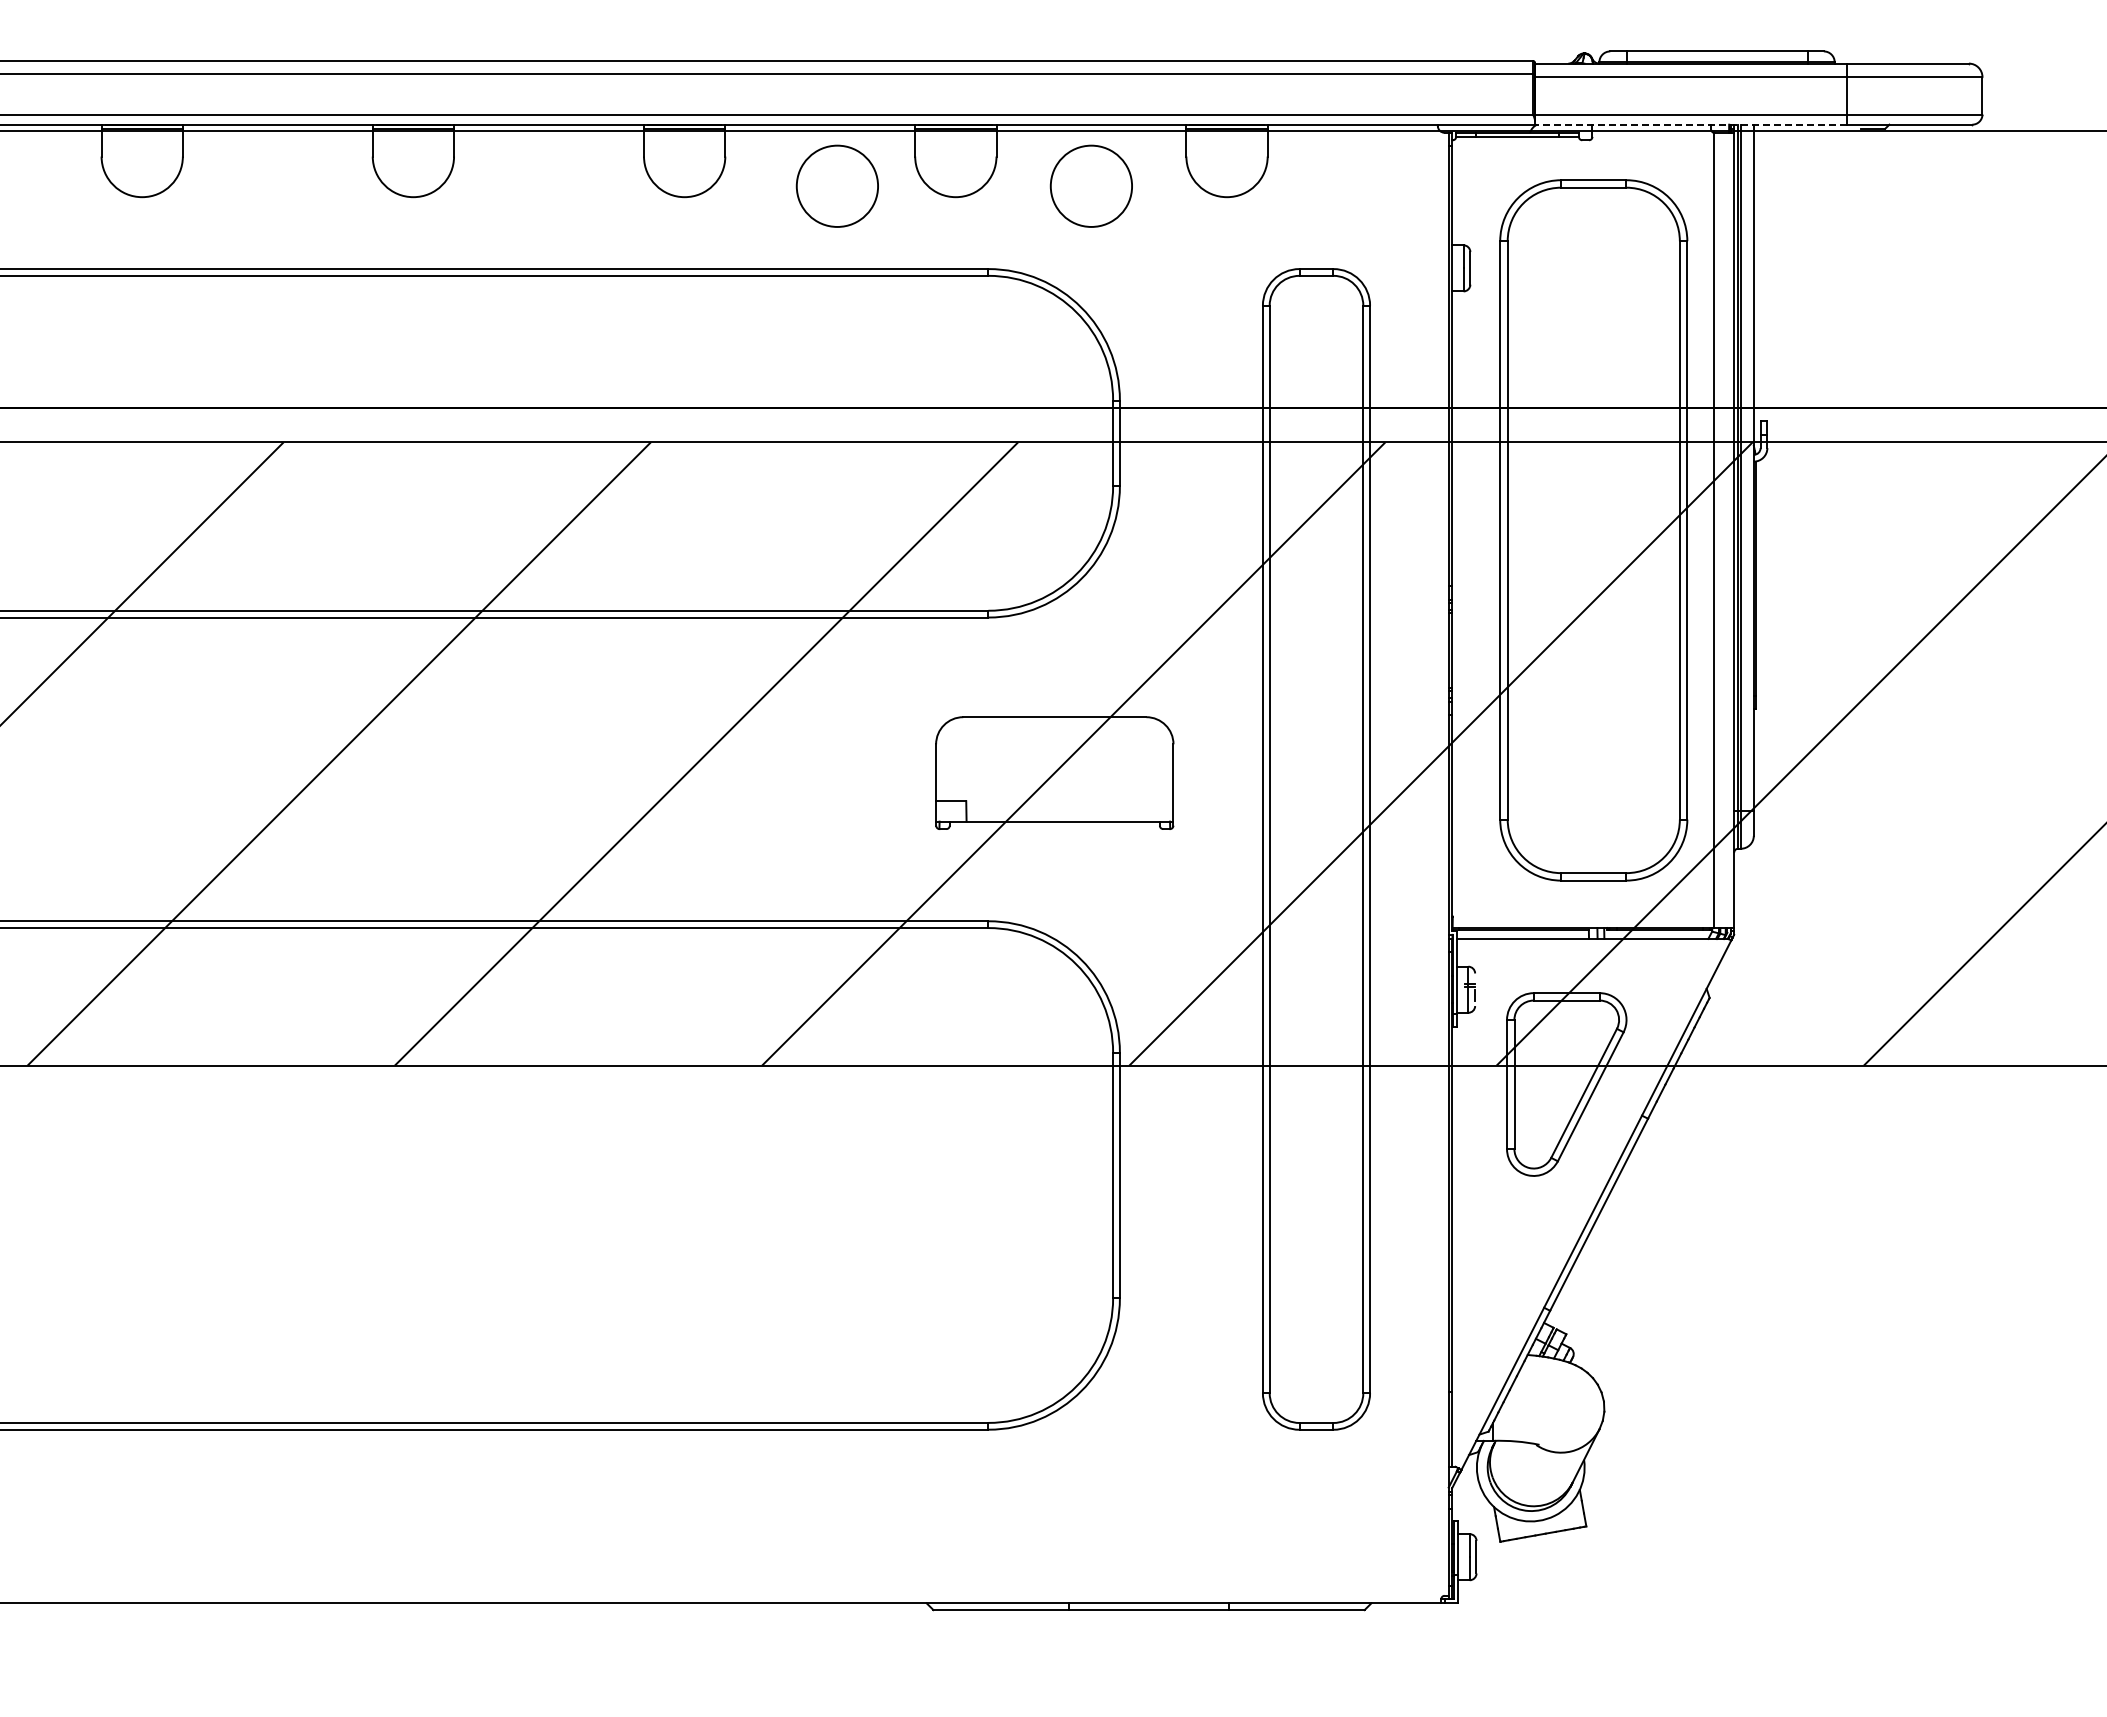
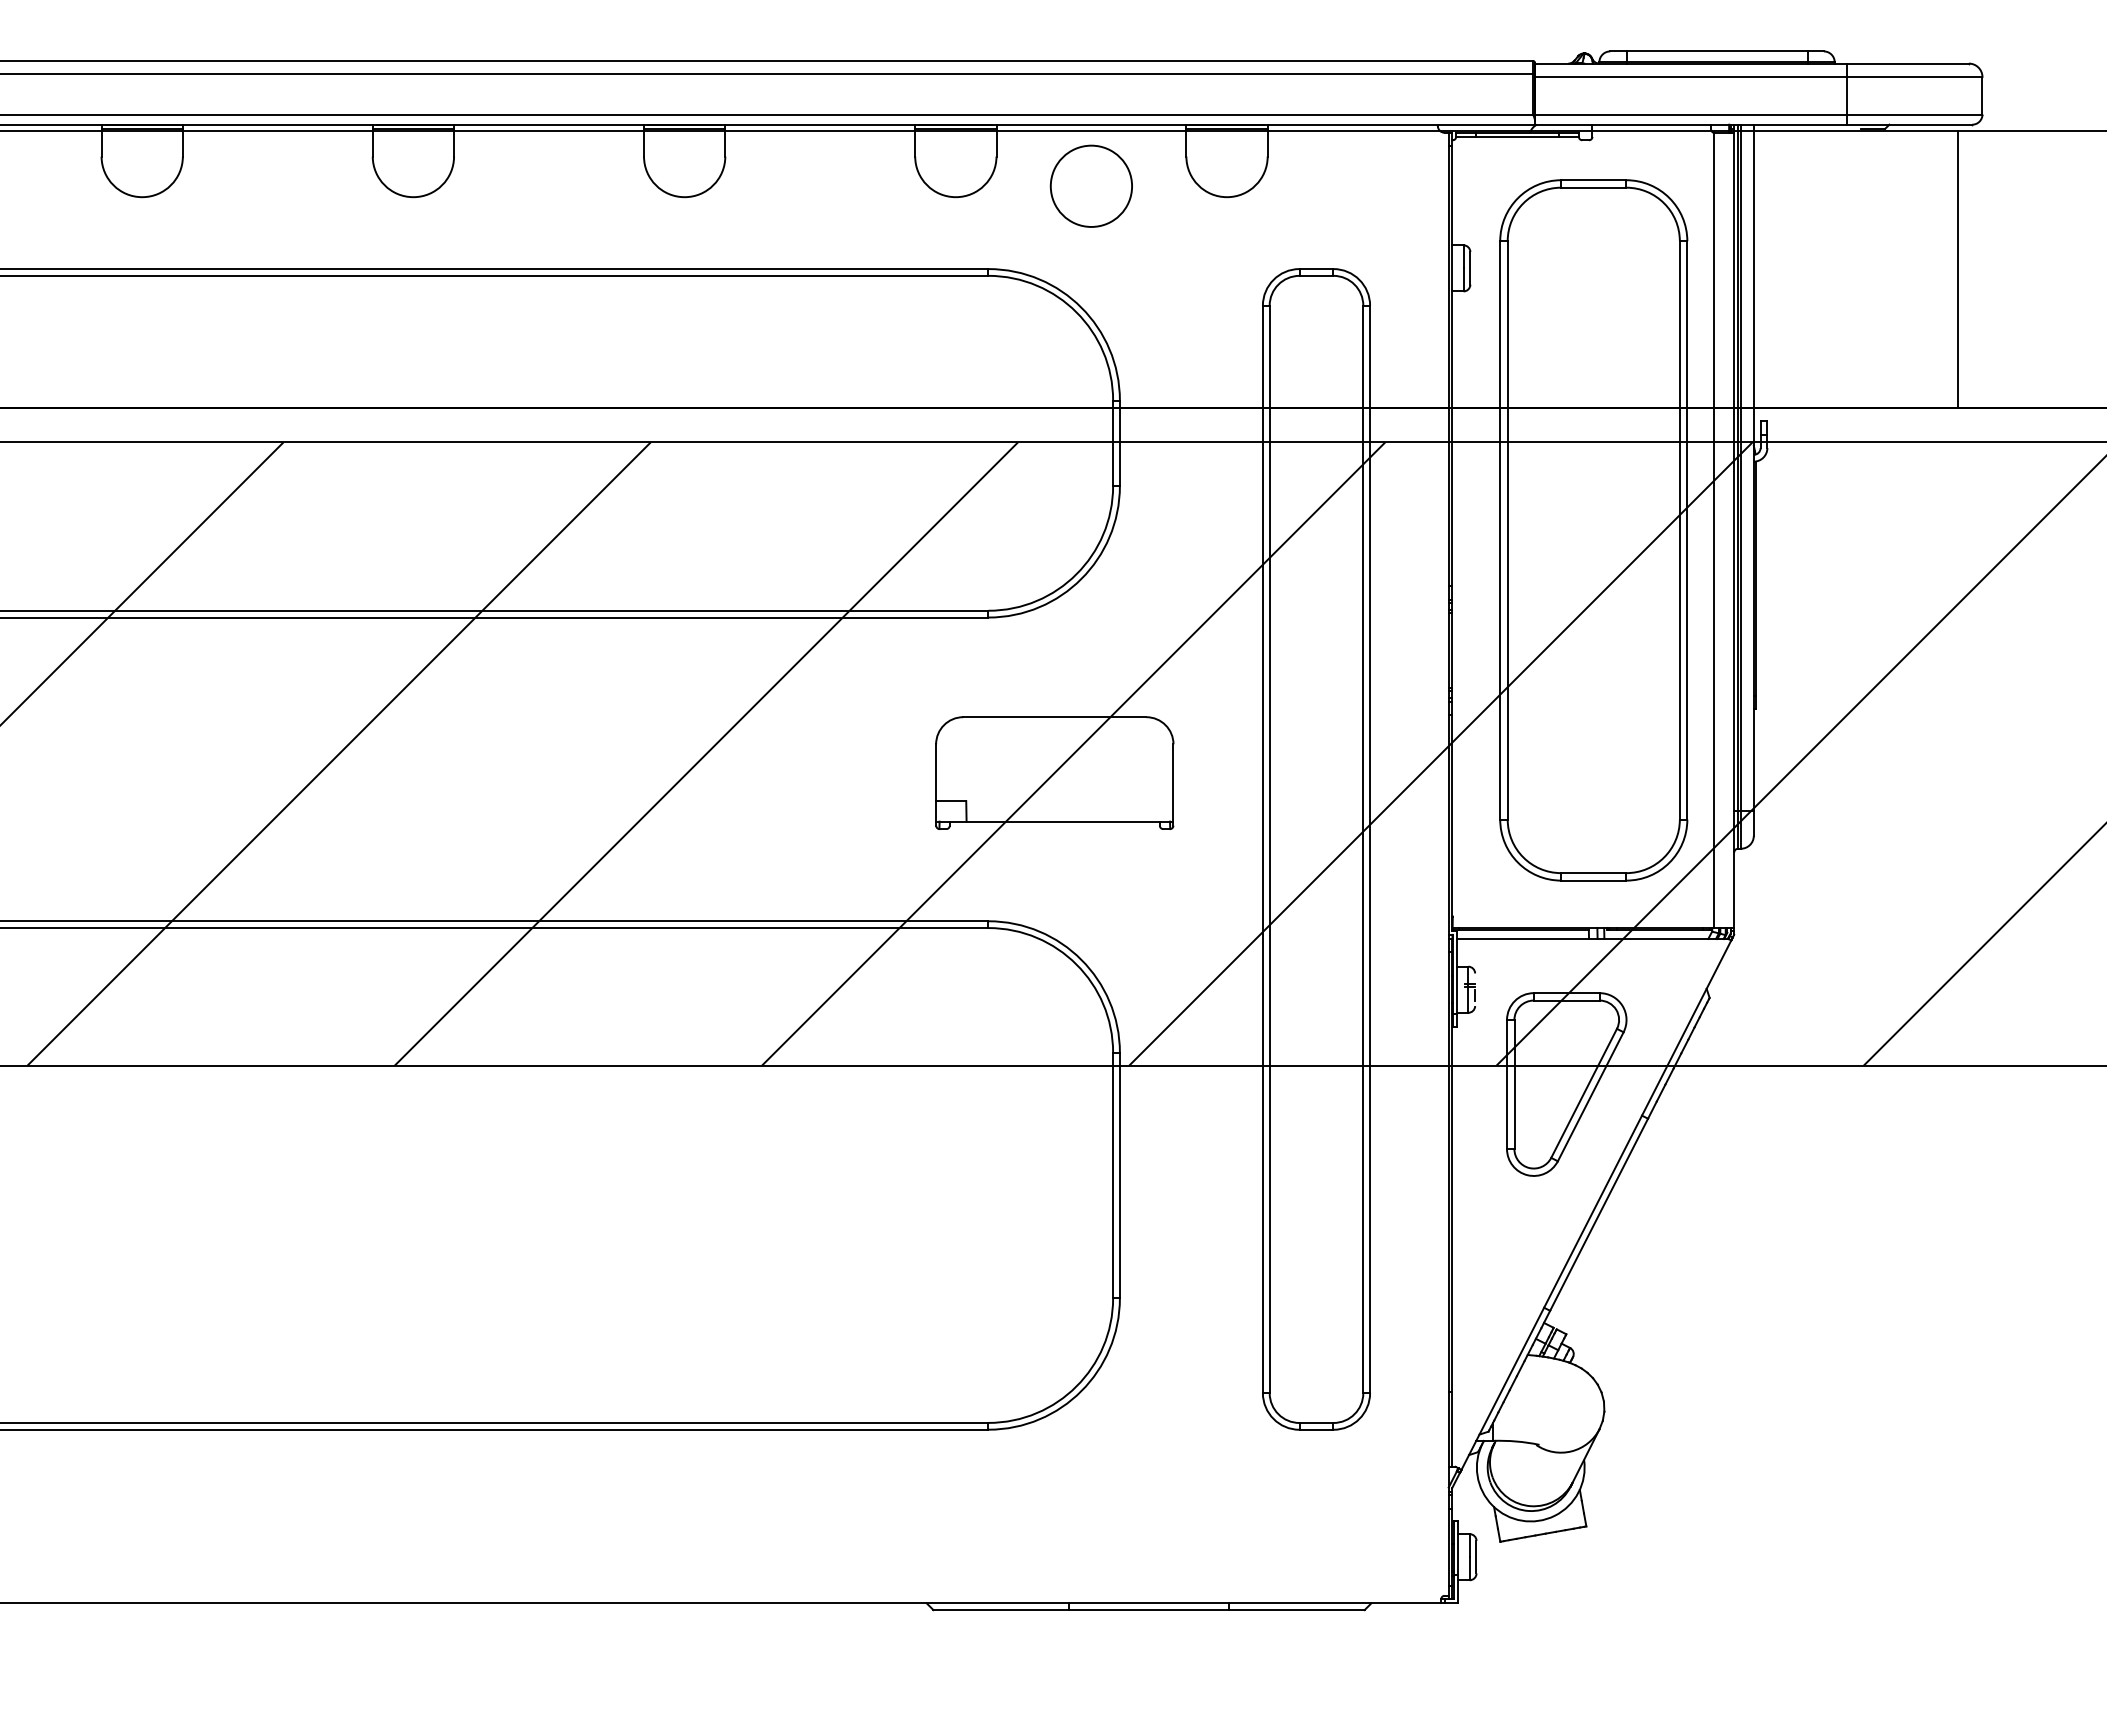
line at (1690, 124): dashed -> solid
circle at (836, 185): present -> none
line at (1958, 268): none -> present
